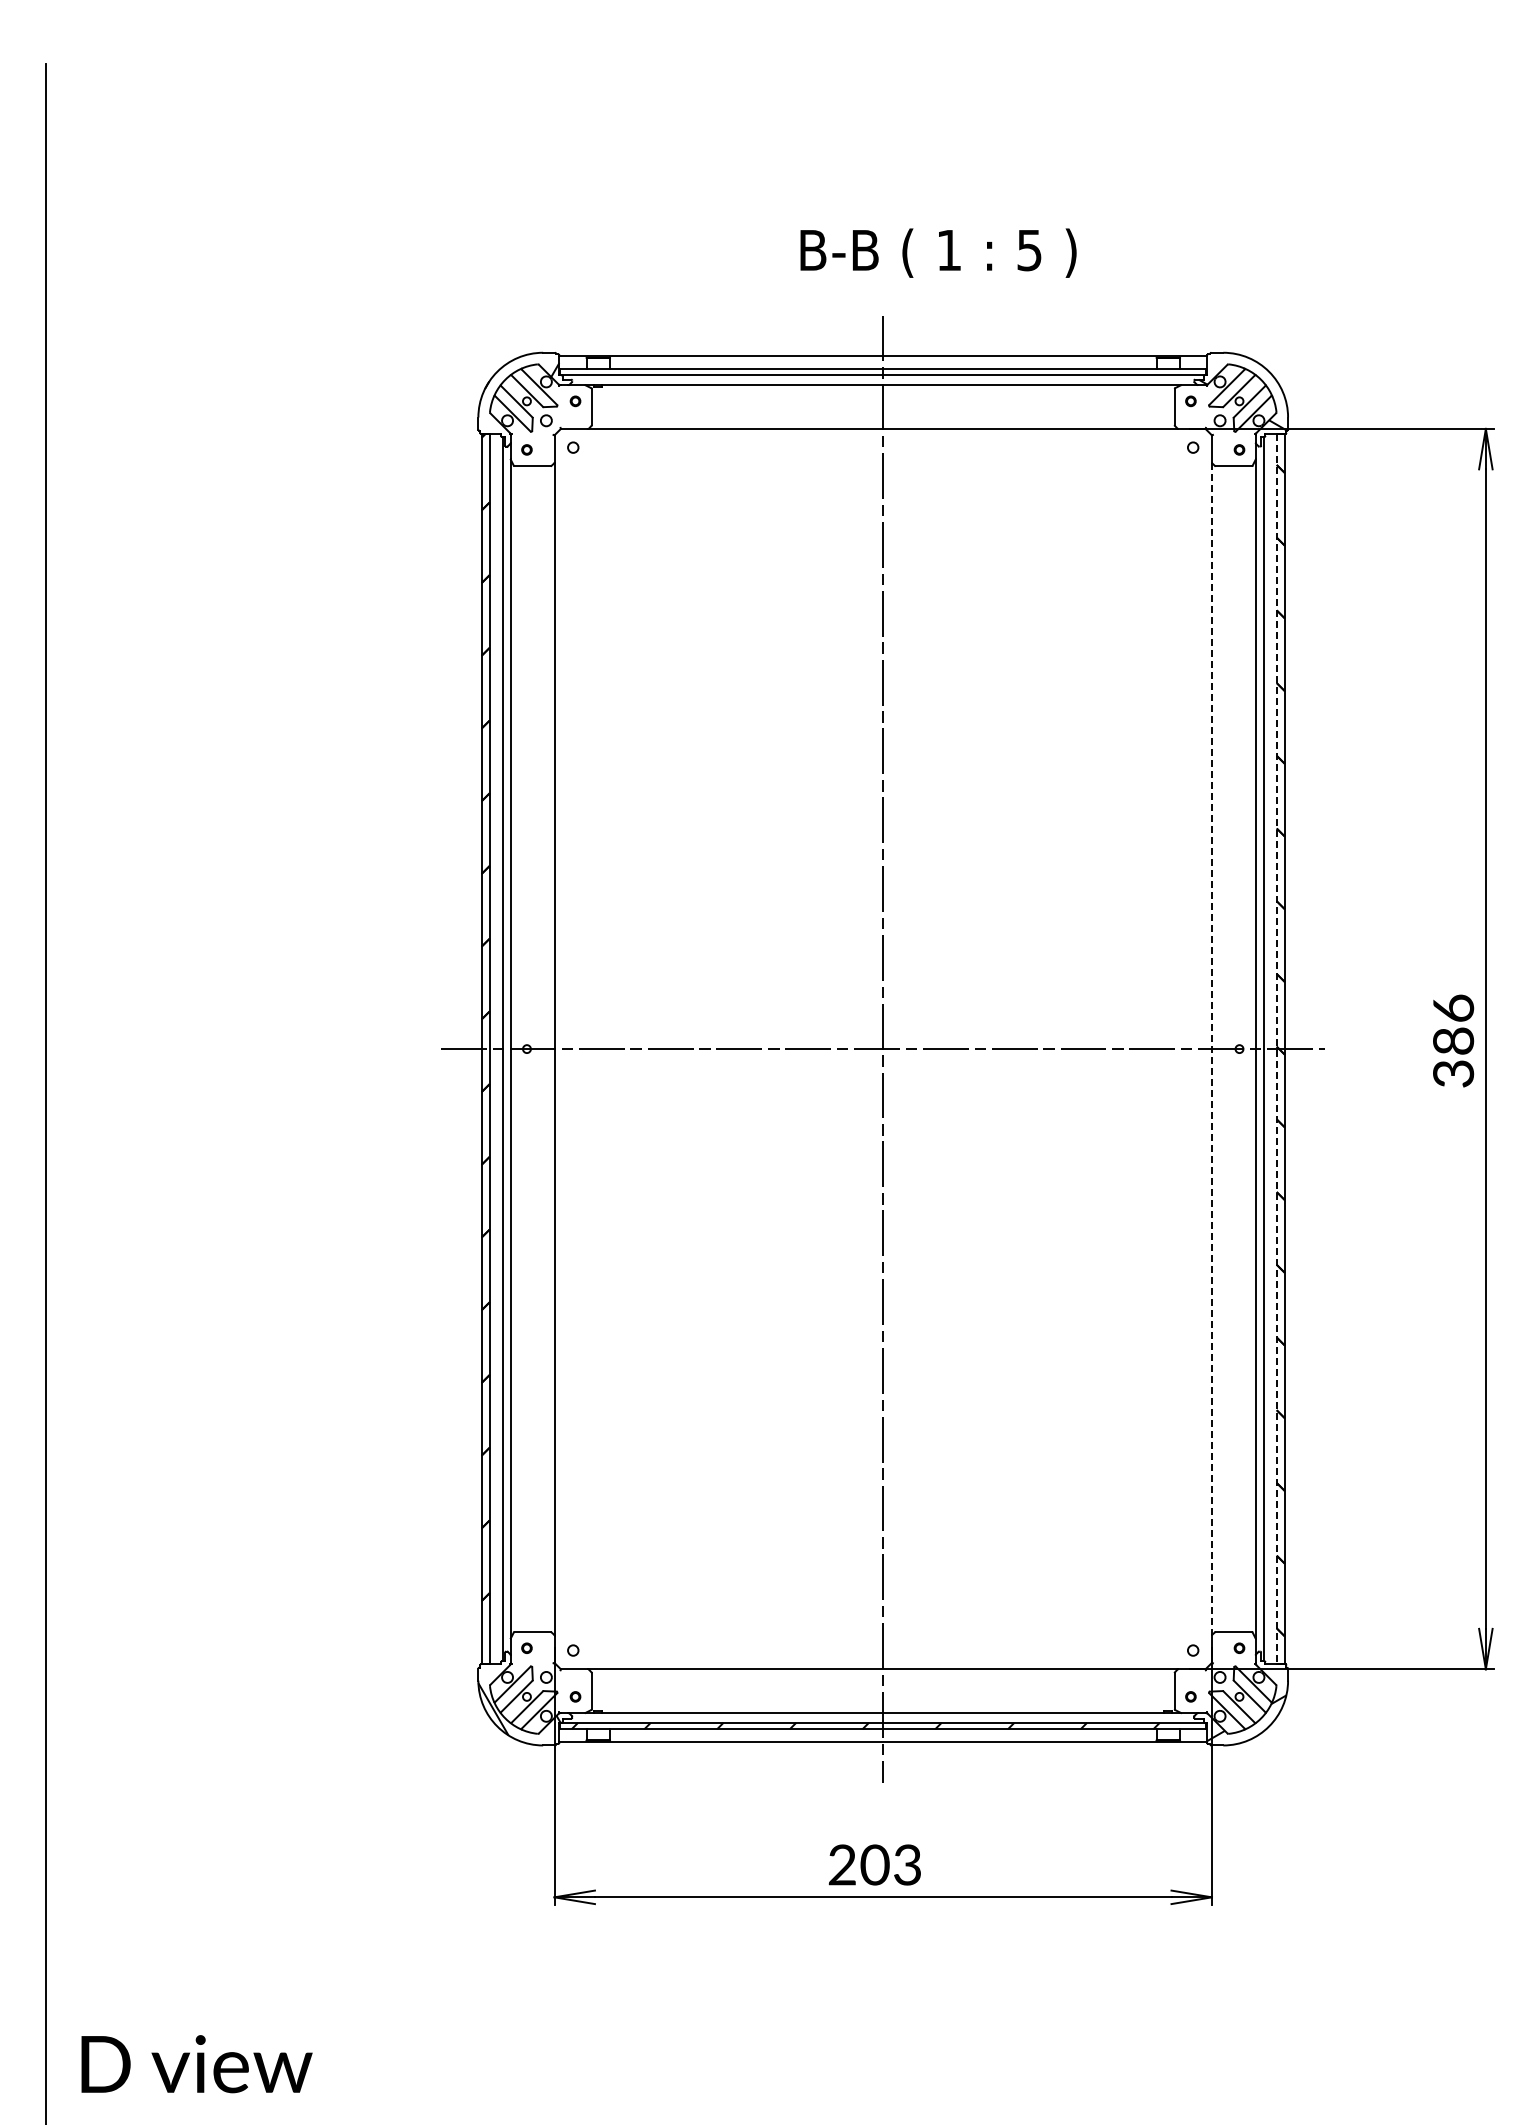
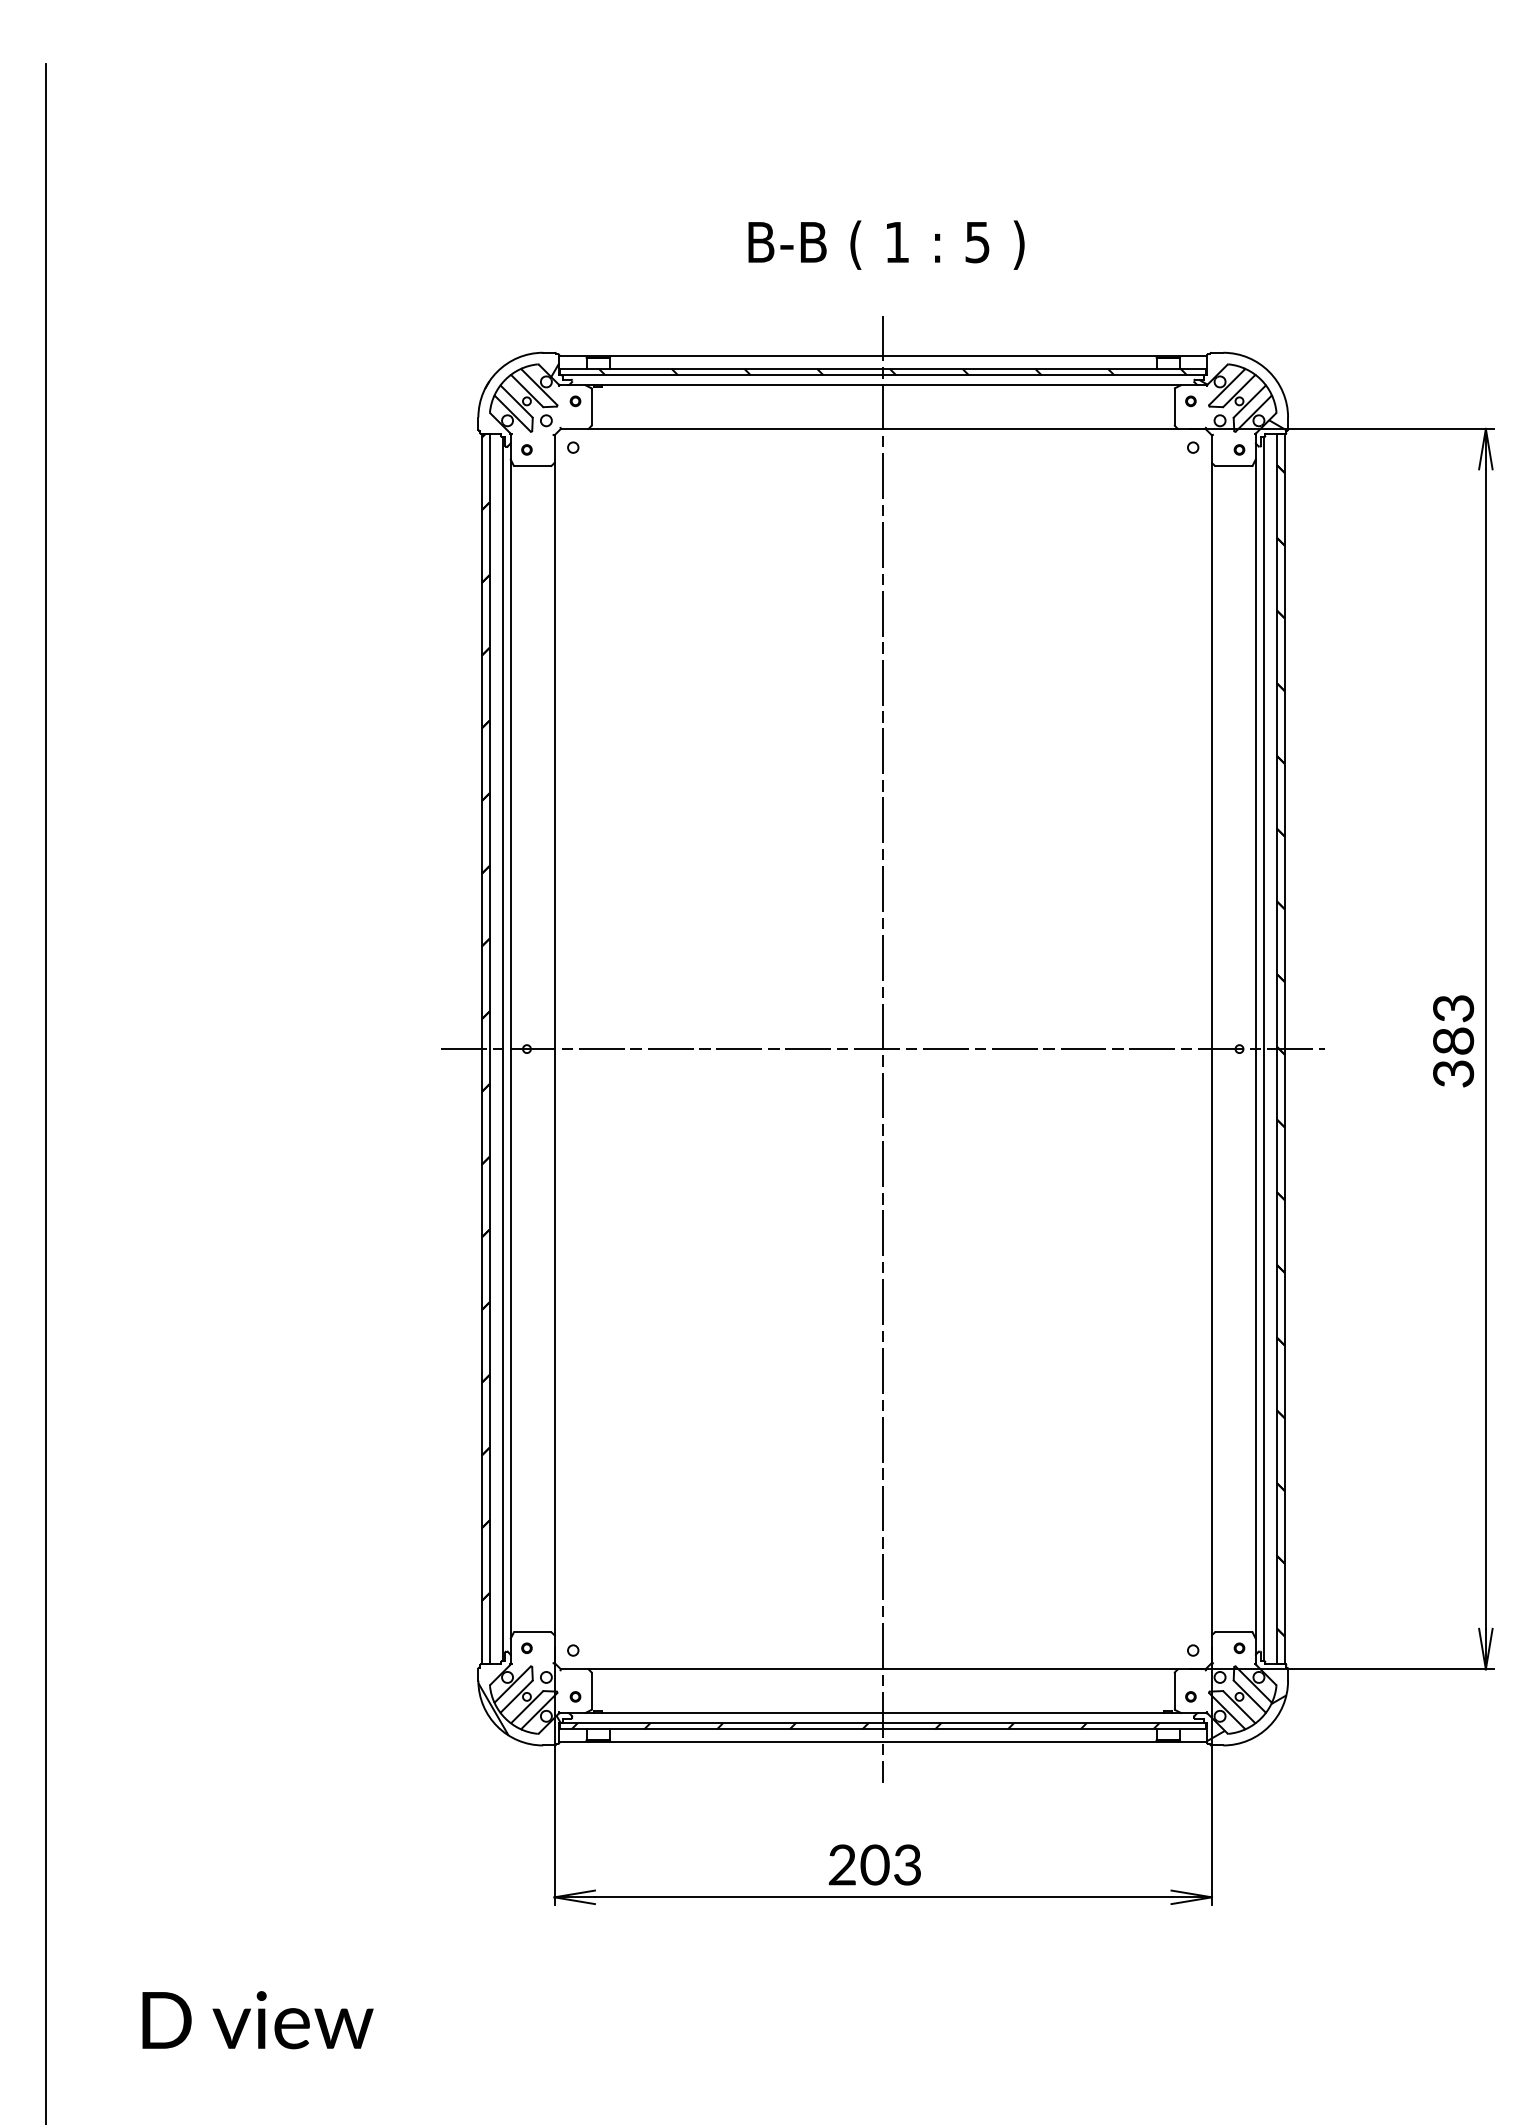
text at (938, 252) position: (938, 252) -> (886, 244)
hatch at (893, 371): none -> present
text at (1453, 1008): 386 -> 383
line at (1211, 1049): dashed -> solid
line at (1276, 1049): dashed -> solid
text at (196, 2064) position: (196, 2064) -> (257, 2020)
